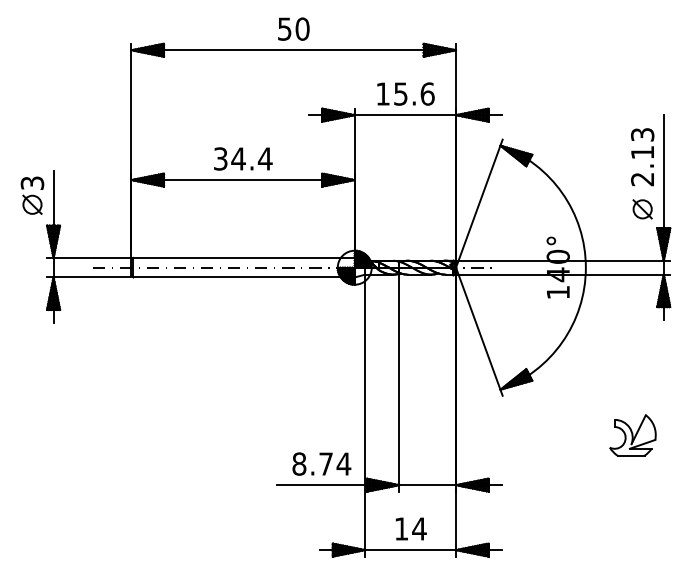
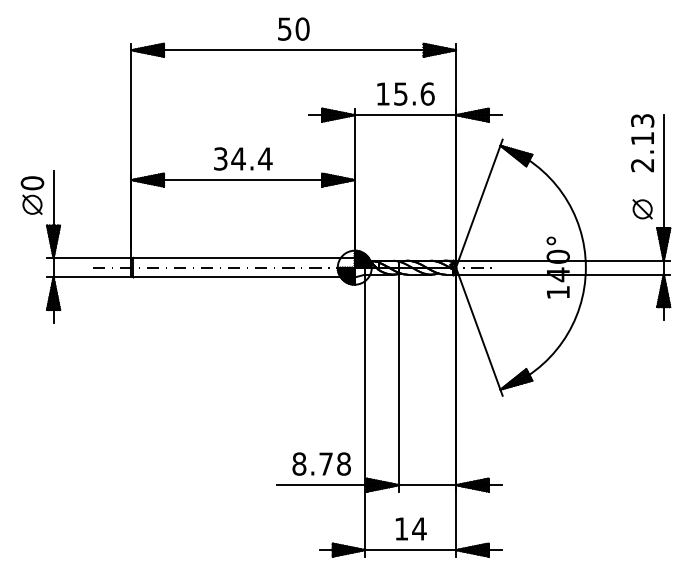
text at (642, 157) position: (642, 157) -> (642, 143)
text at (32, 183): 3 -> 0
part at (632, 435): present -> none
text at (343, 463): 8.74 -> 8.78
